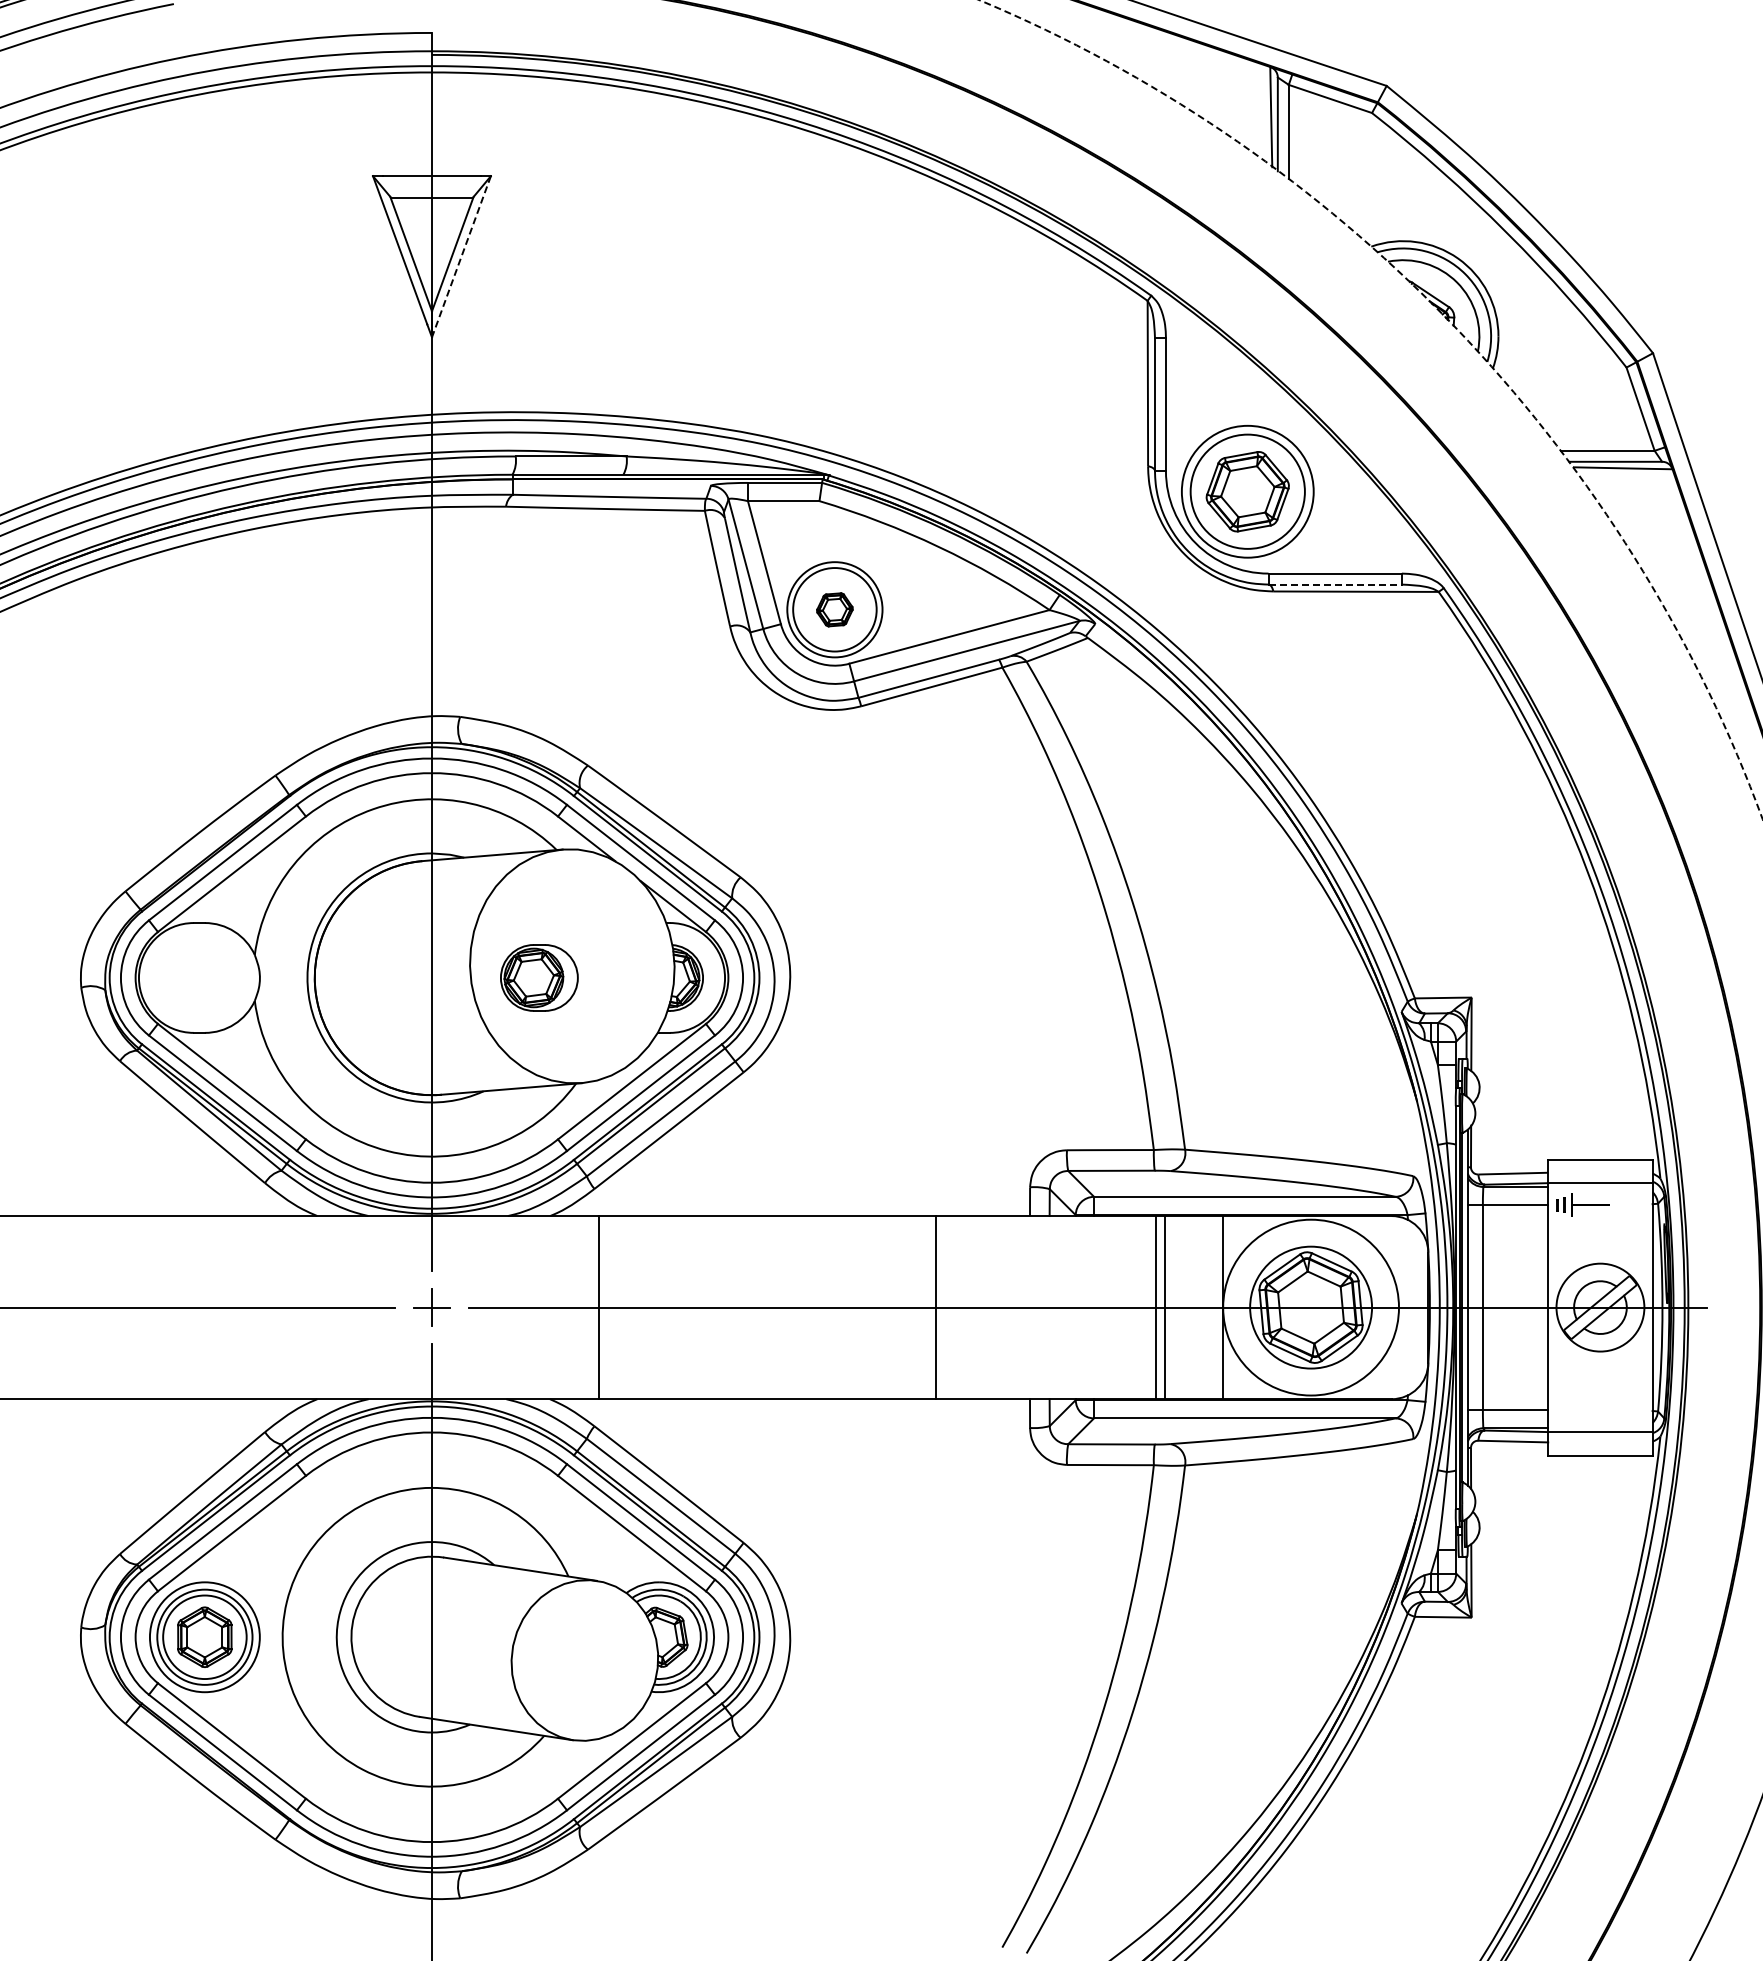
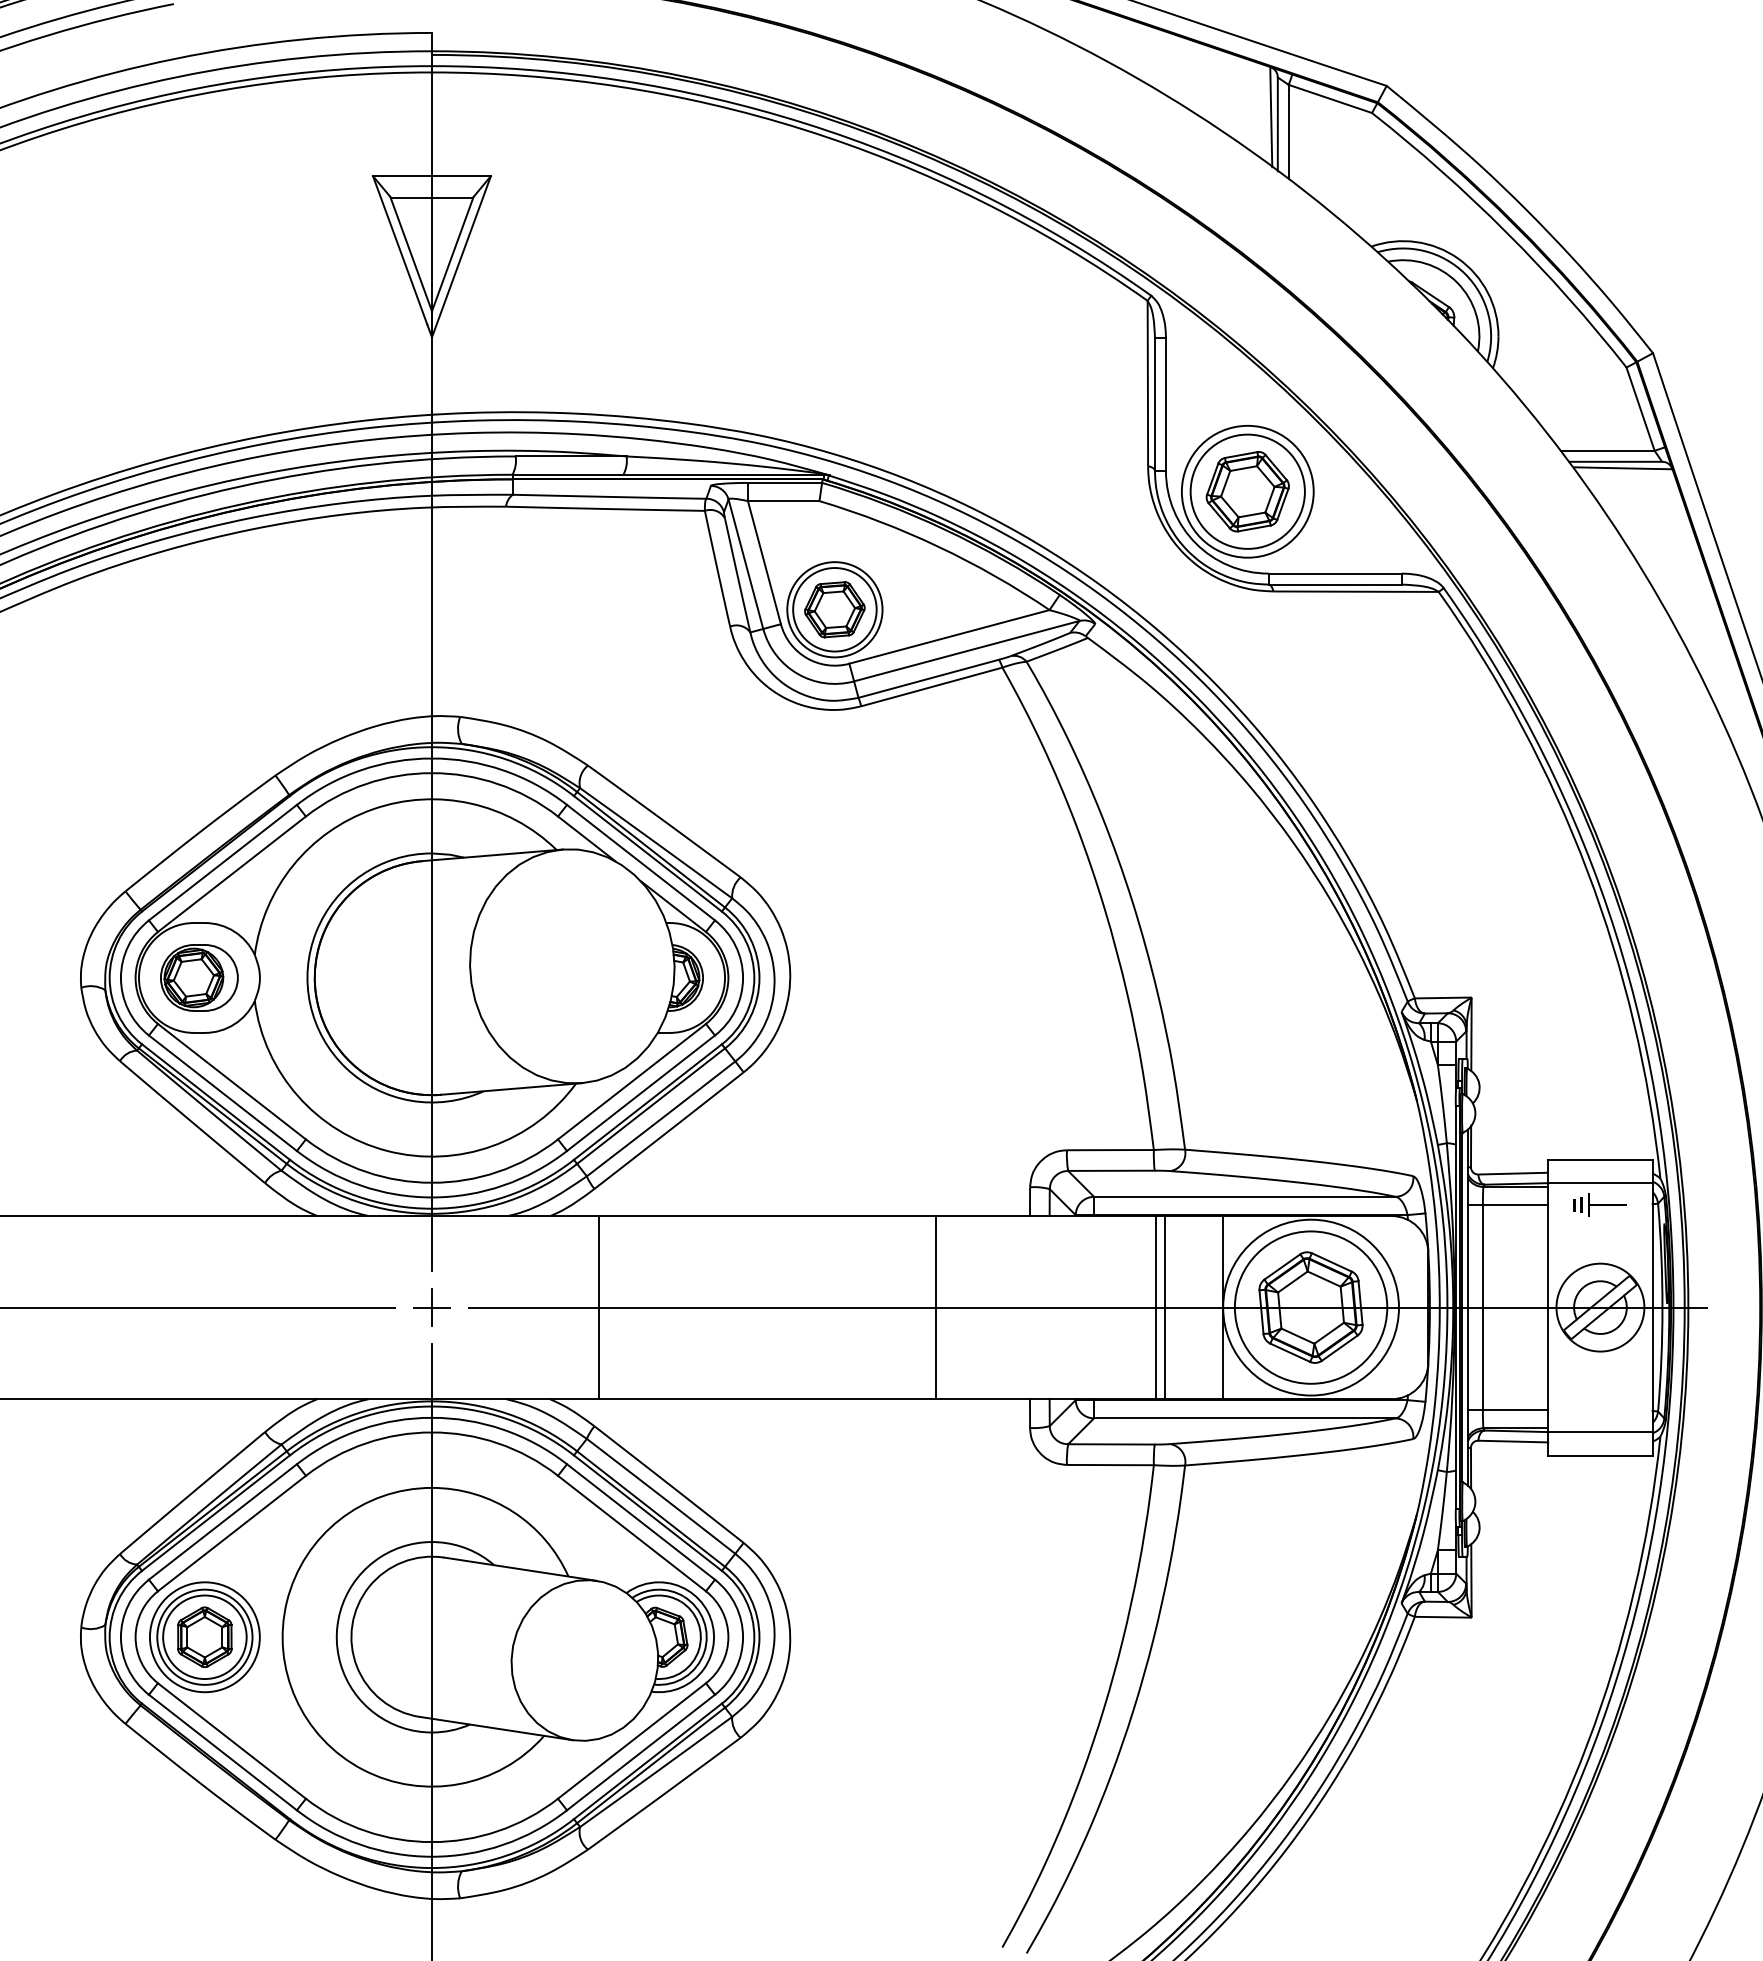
line at (461, 256): dashed -> solid
arc at (1457, 329): dashed -> solid
line at (1335, 584): dashed -> solid
part at (834, 609) size: 38x36 px -> 62x58 px
part at (539, 977) position: (539, 977) -> (199, 977)
part at (1582, 1204) position: (1582, 1204) -> (1599, 1204)
circle at (1311, 1307) diameter: 122 px -> 152 px
